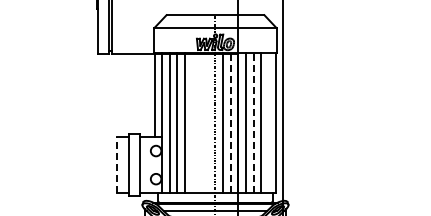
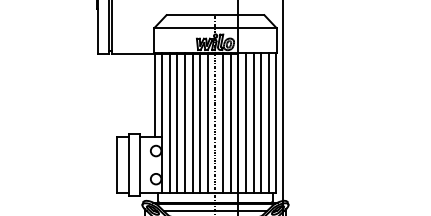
line at (192, 122): none -> present
line at (200, 122): none -> present
line at (207, 122): none -> present
line at (230, 122): dashed -> solid
line at (253, 122): dashed -> solid
line at (268, 122): none -> present
line at (117, 164): dashed -> solid
